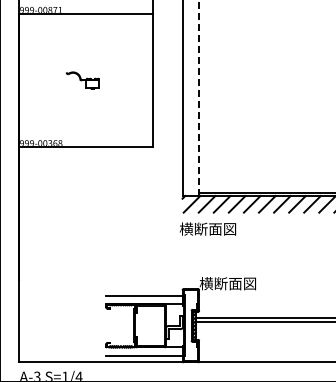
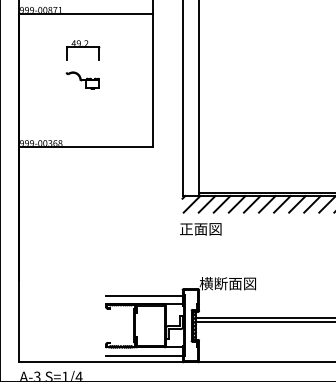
part at (83, 50): none -> present
line at (199, 98): dashed -> solid
text at (207, 228): 横断面図 -> 正面図
